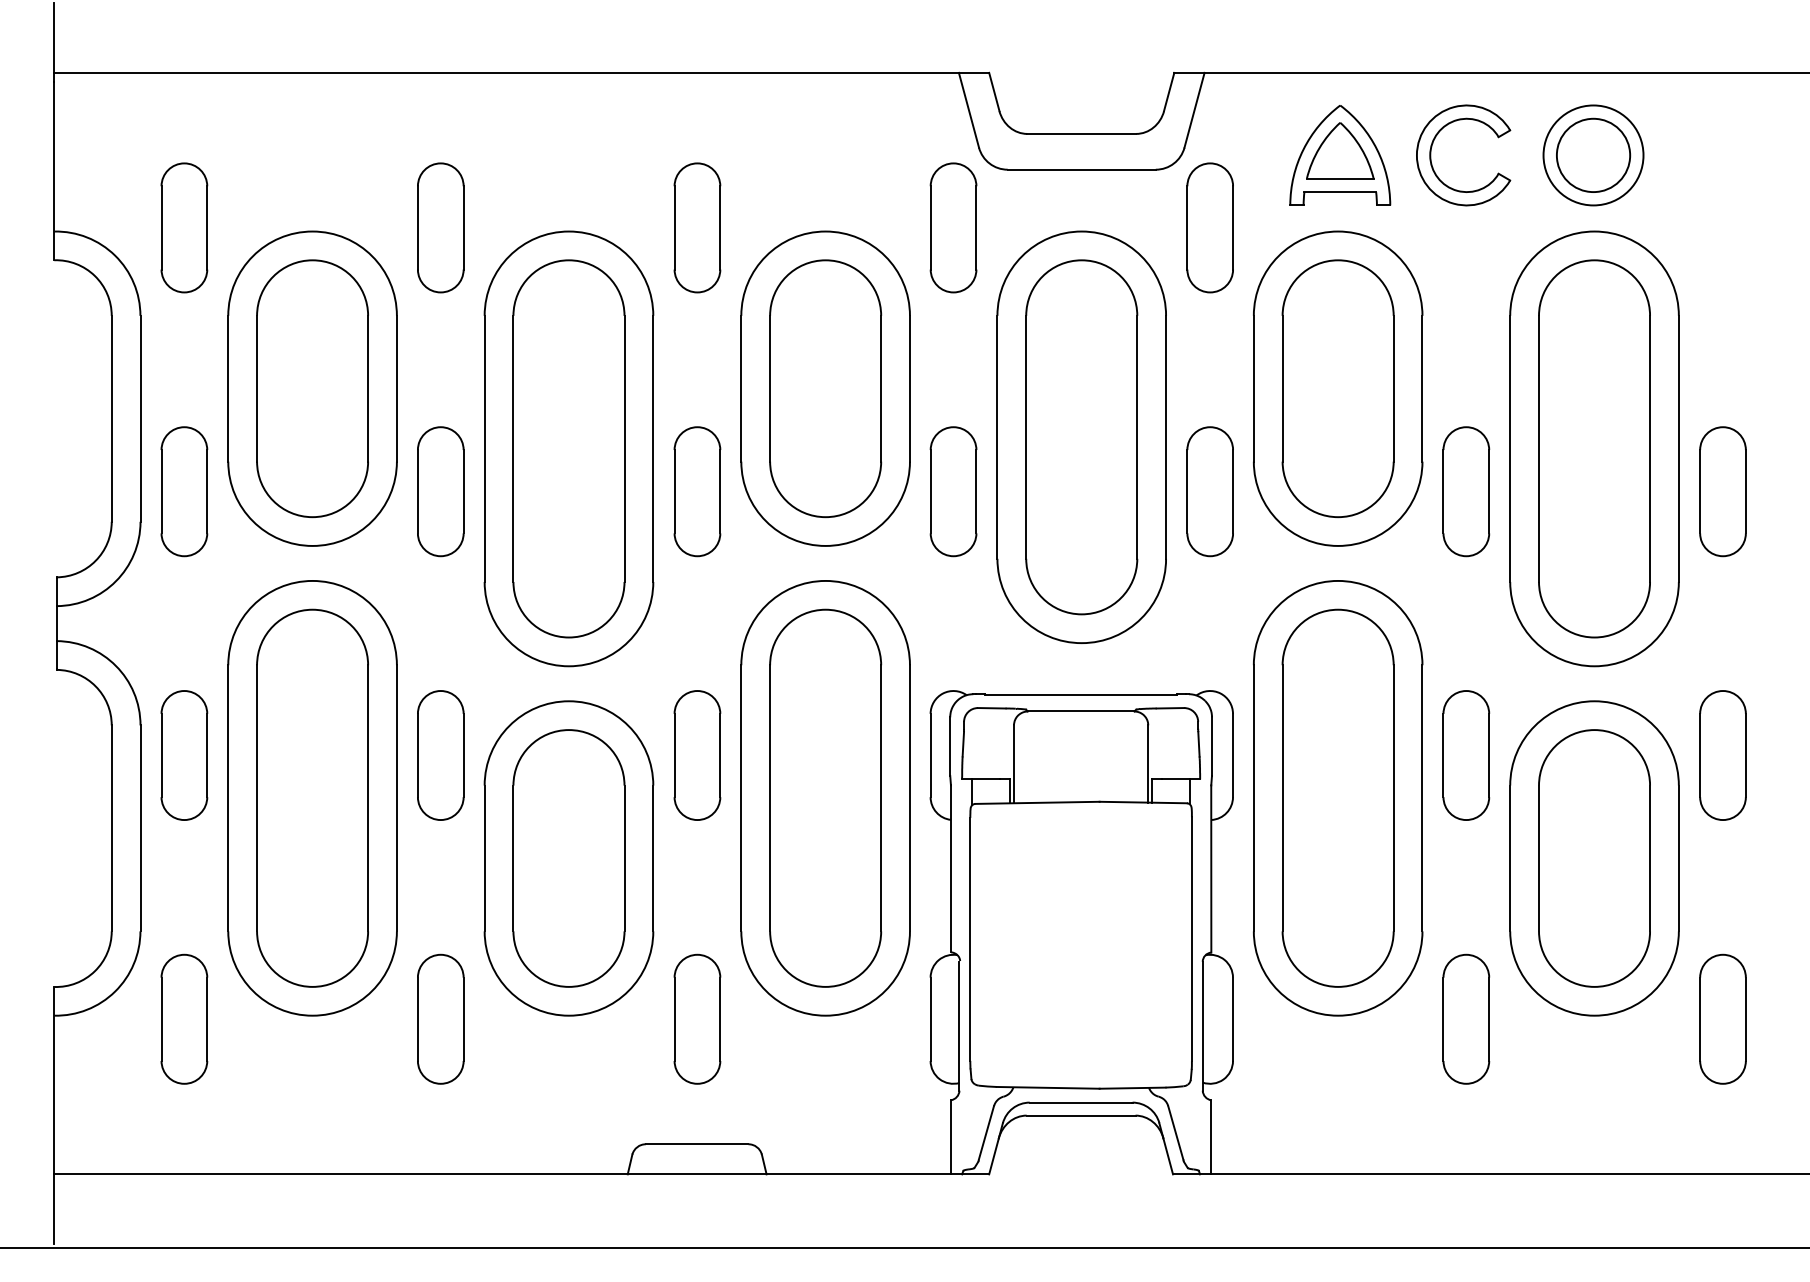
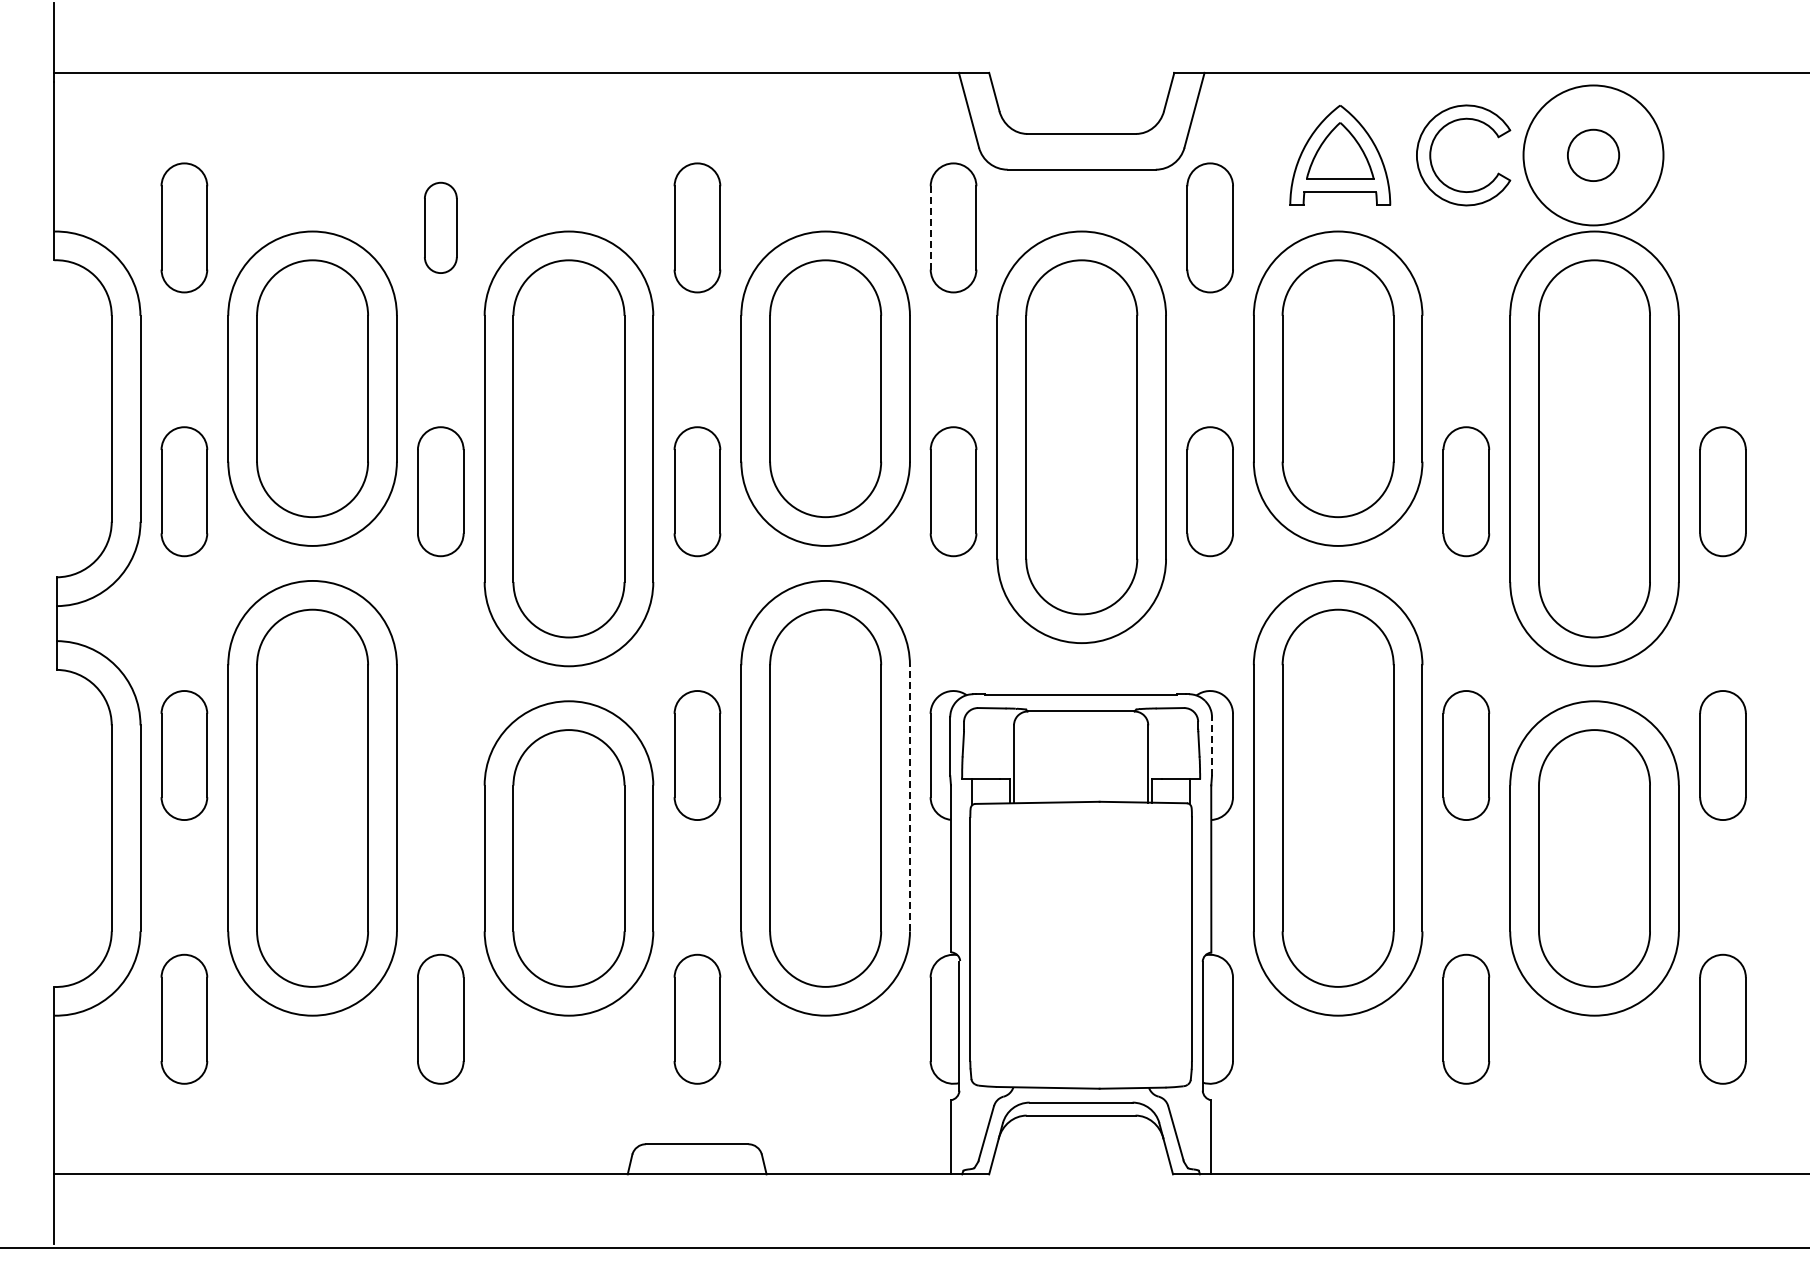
circle at (1593, 155) diameter: 100 px -> 140 px
circle at (1593, 155) diameter: 73 px -> 51 px
part at (440, 227) size: 48x132 px -> 34x93 px
line at (930, 227): solid -> dashed
line at (1211, 746): solid -> dashed
part at (440, 755): present -> none
line at (909, 797): solid -> dashed
